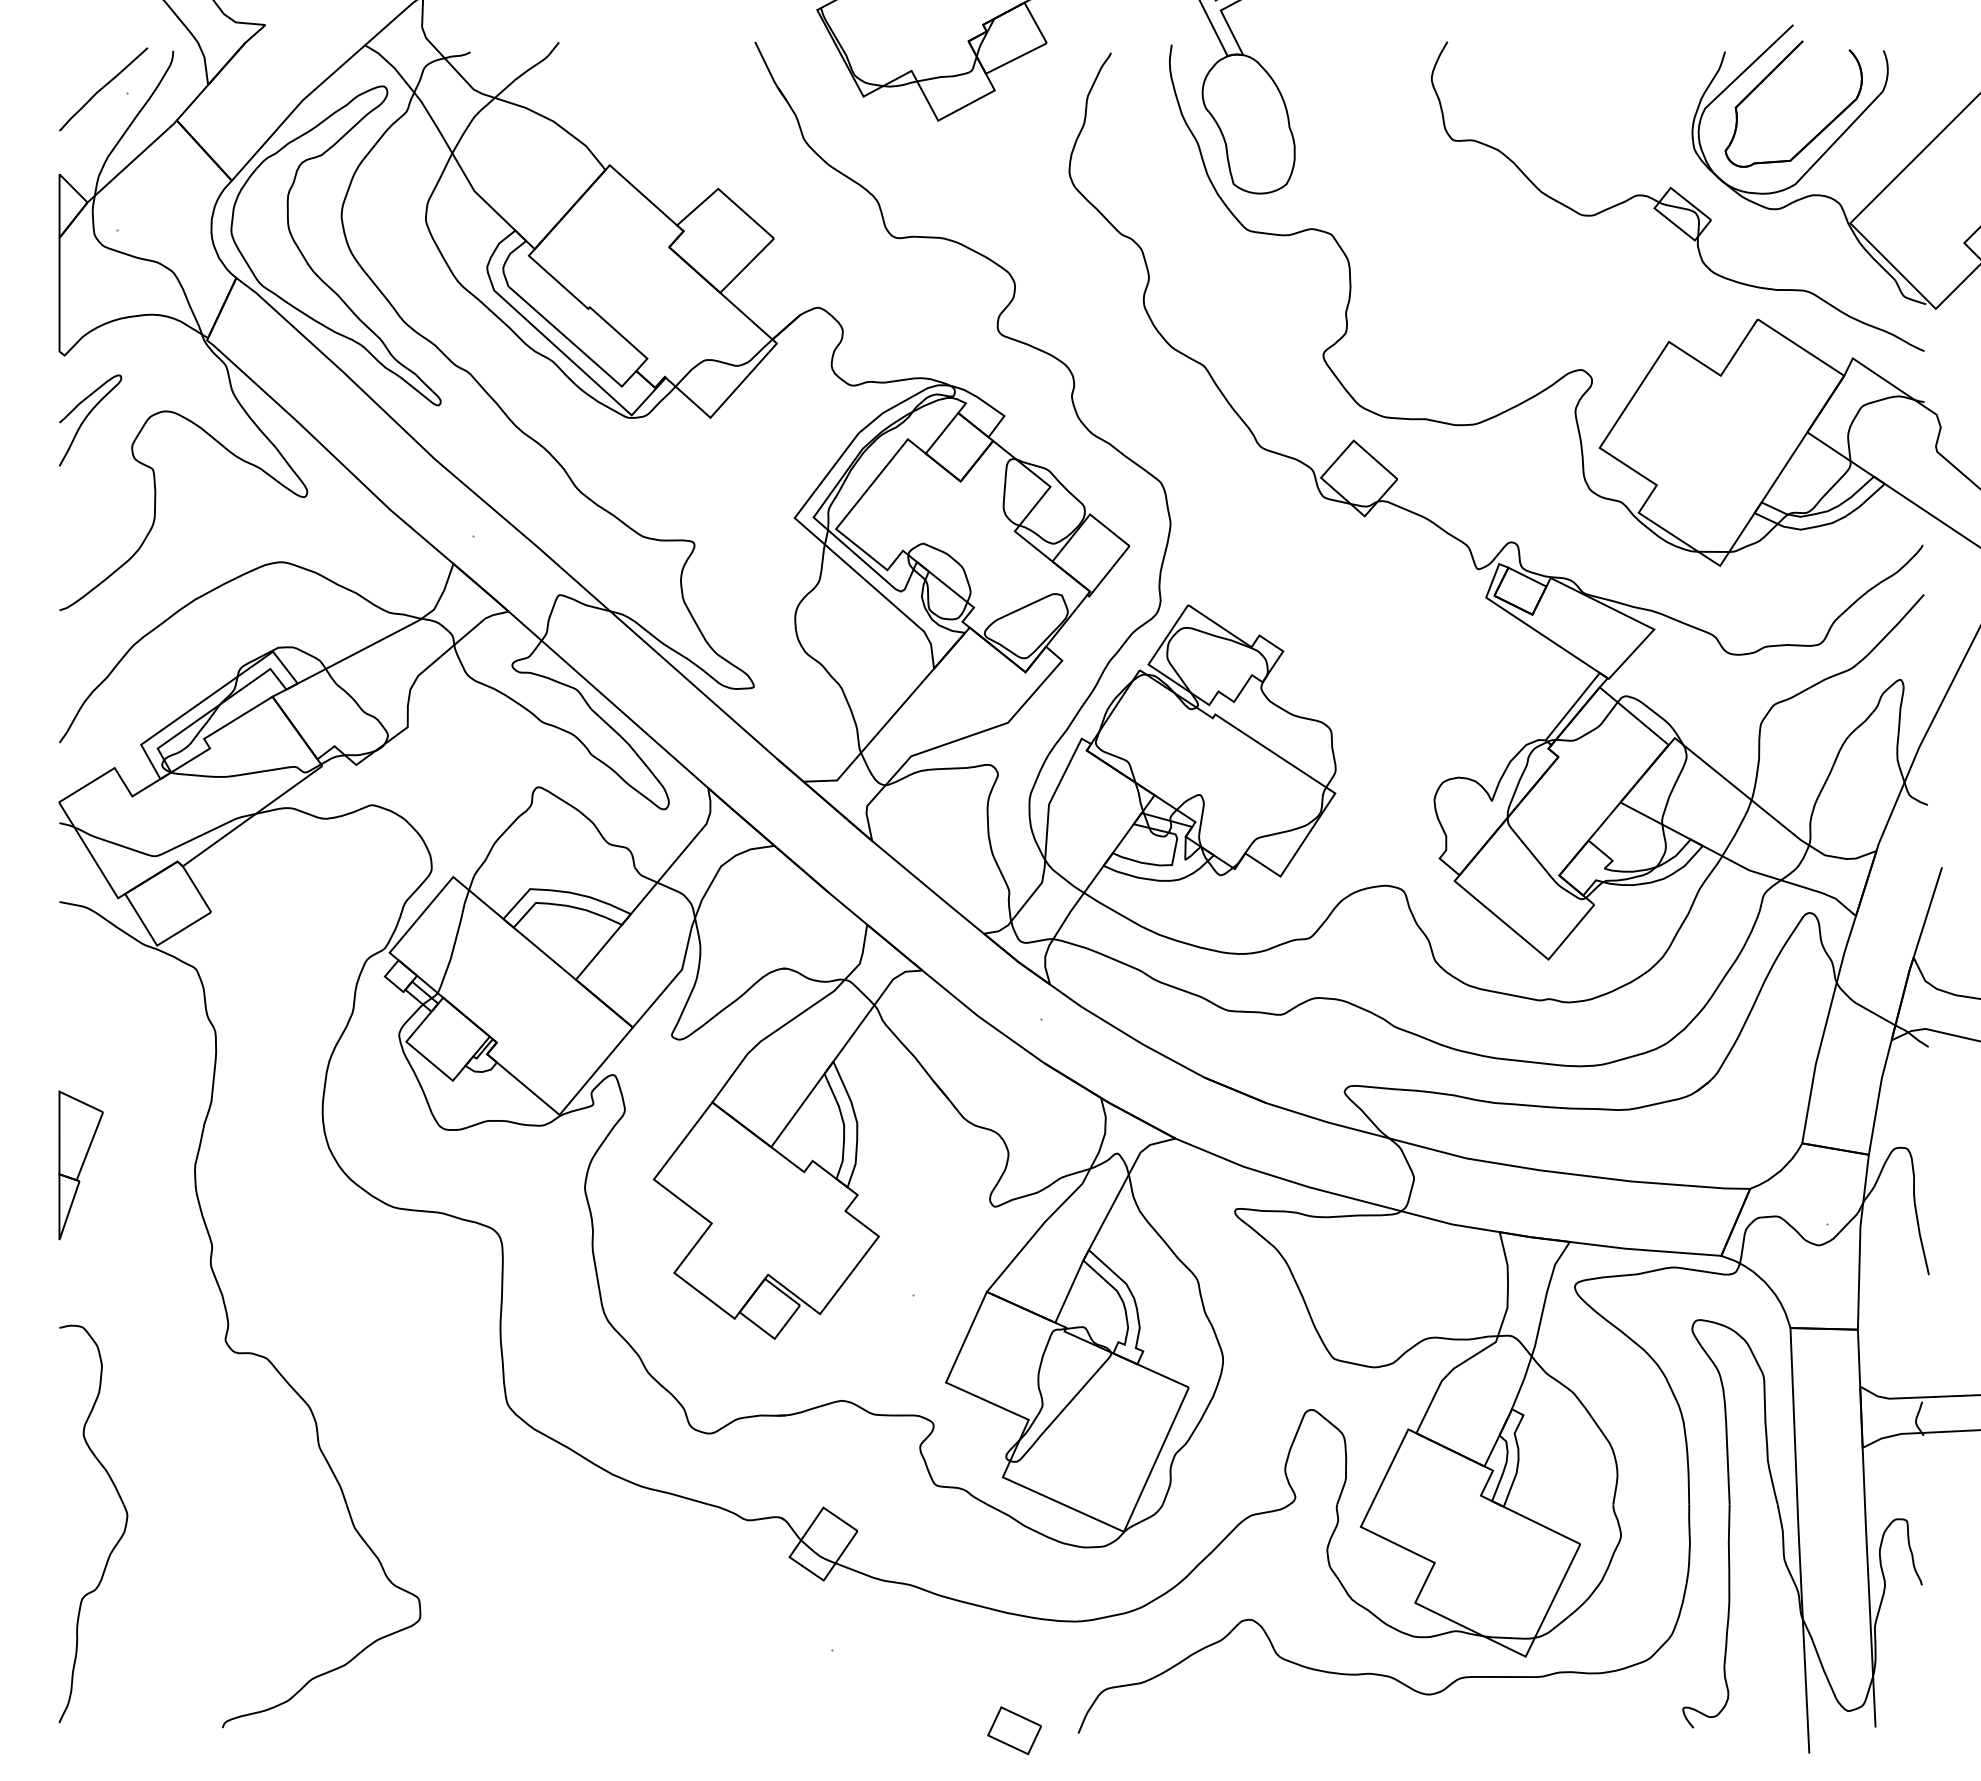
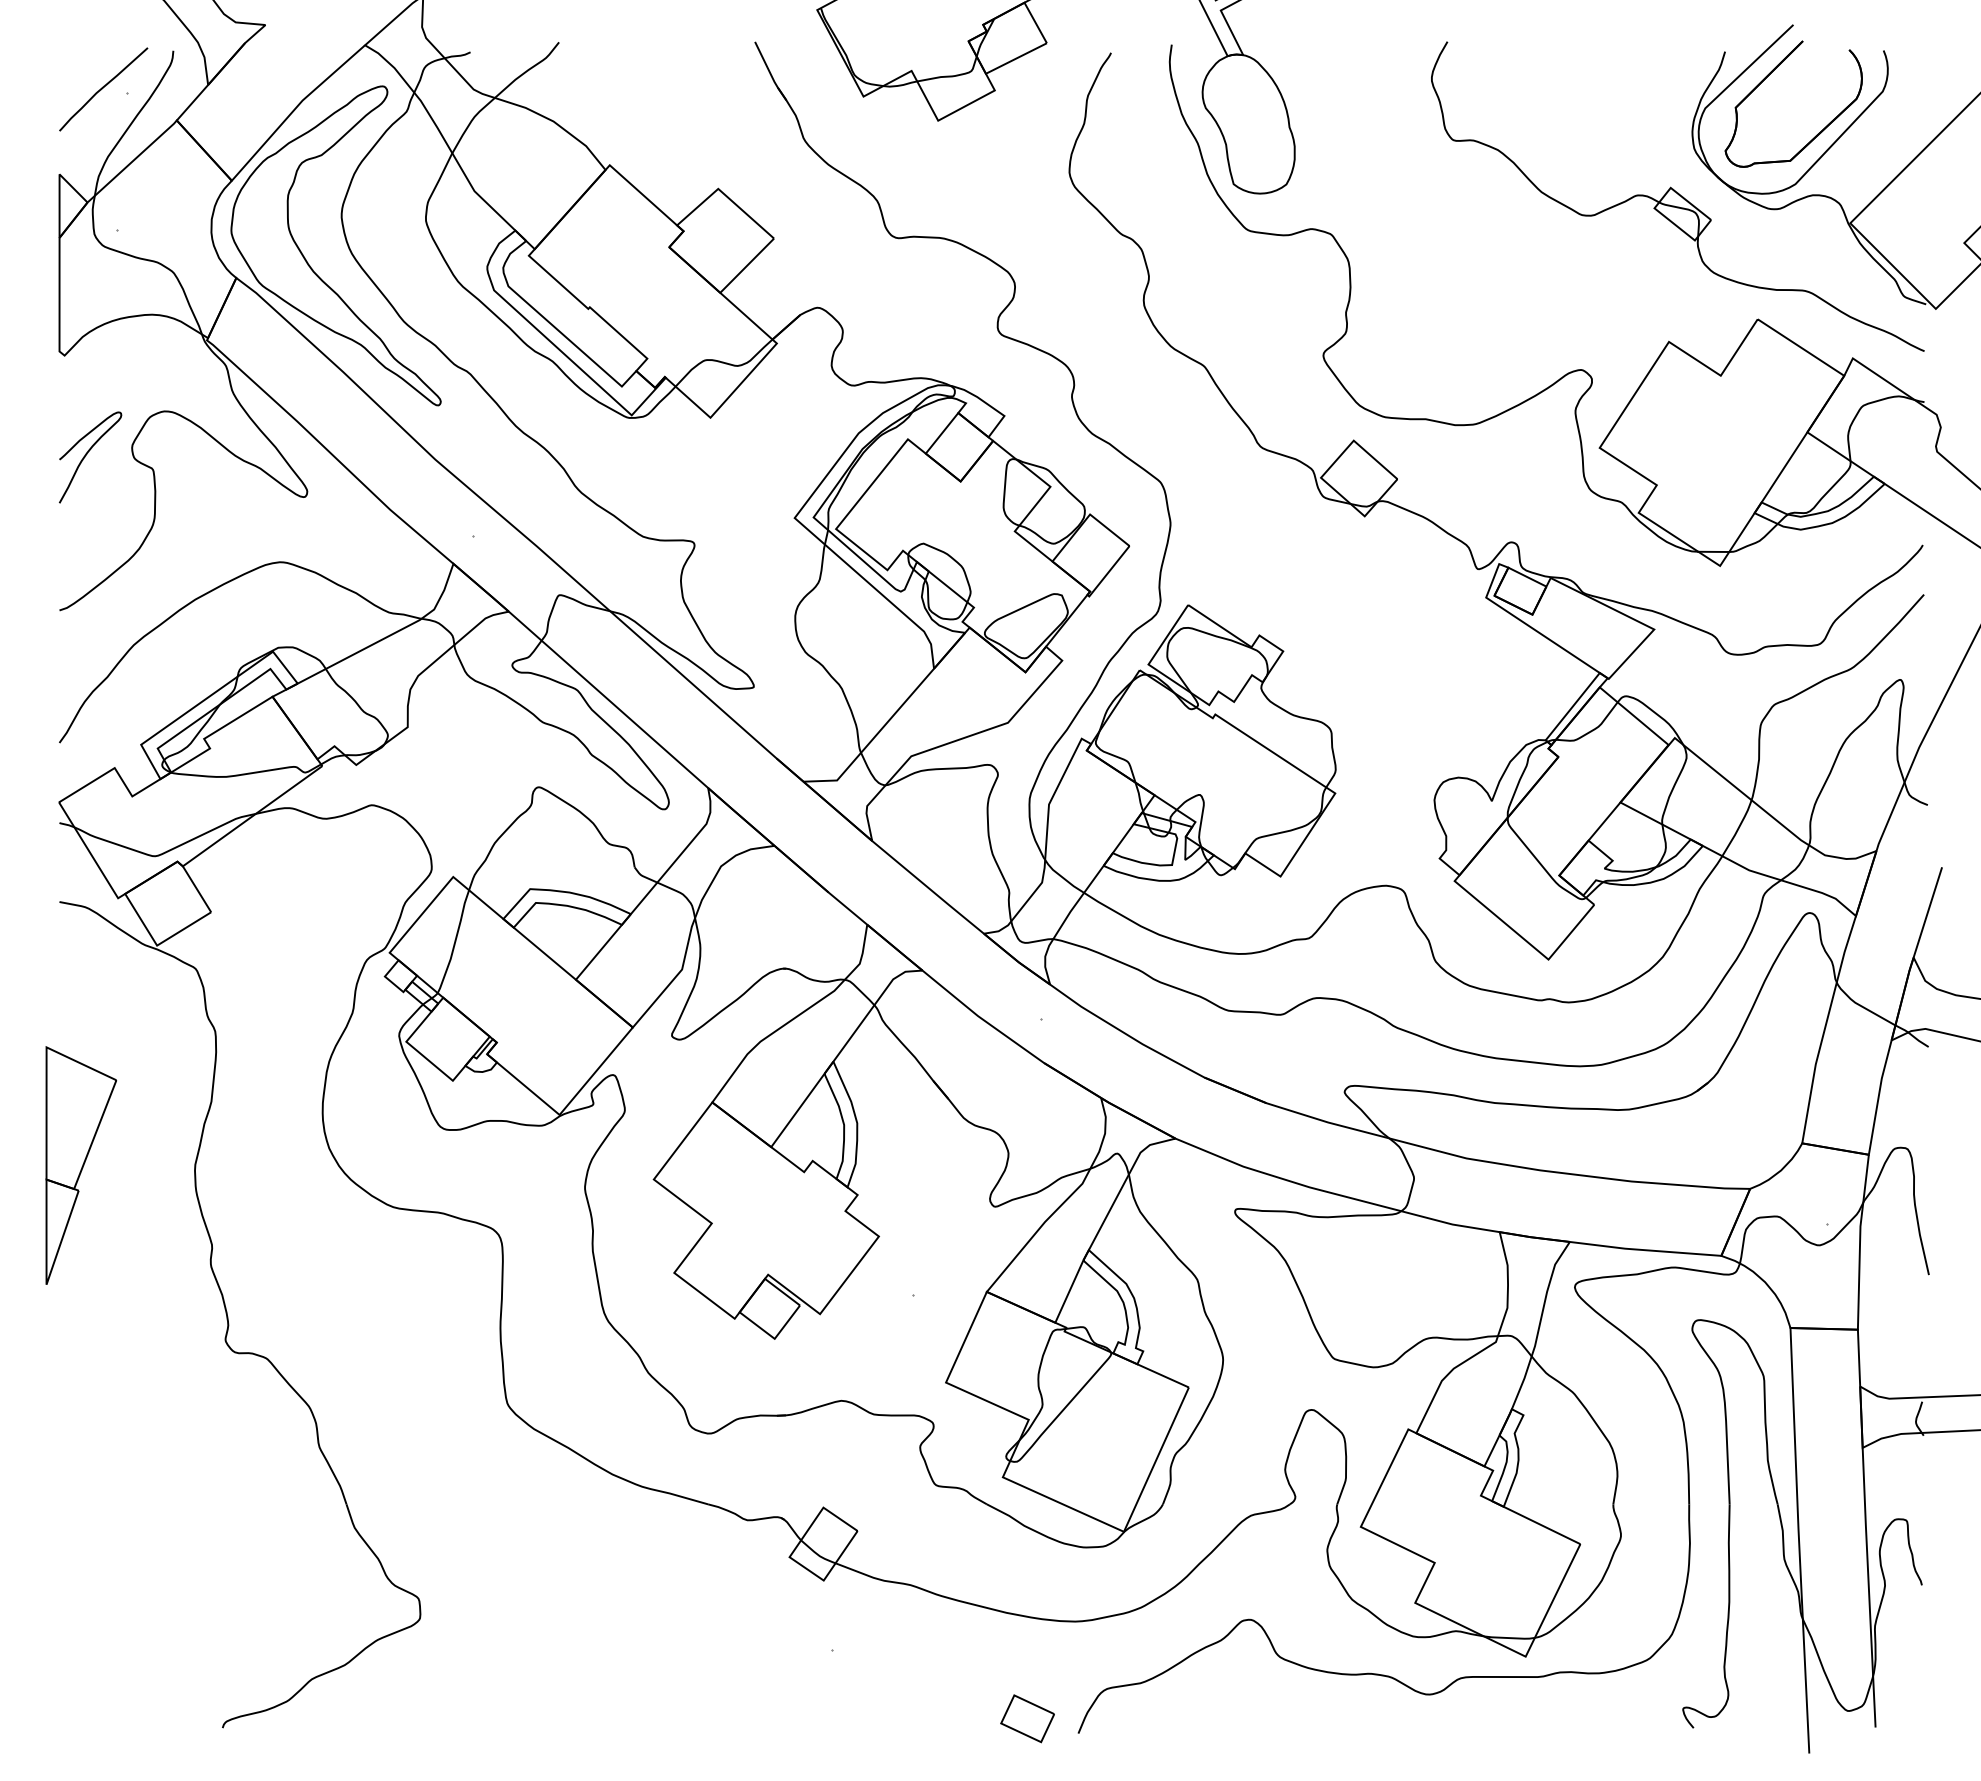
curve at (87, 417) position: (87, 417) -> (87, 454)
part at (80, 1165) size: 46x151 px -> 73x239 px
part at (118, 1539): present -> none
part at (1014, 1730) position: (1014, 1730) -> (1027, 1718)
